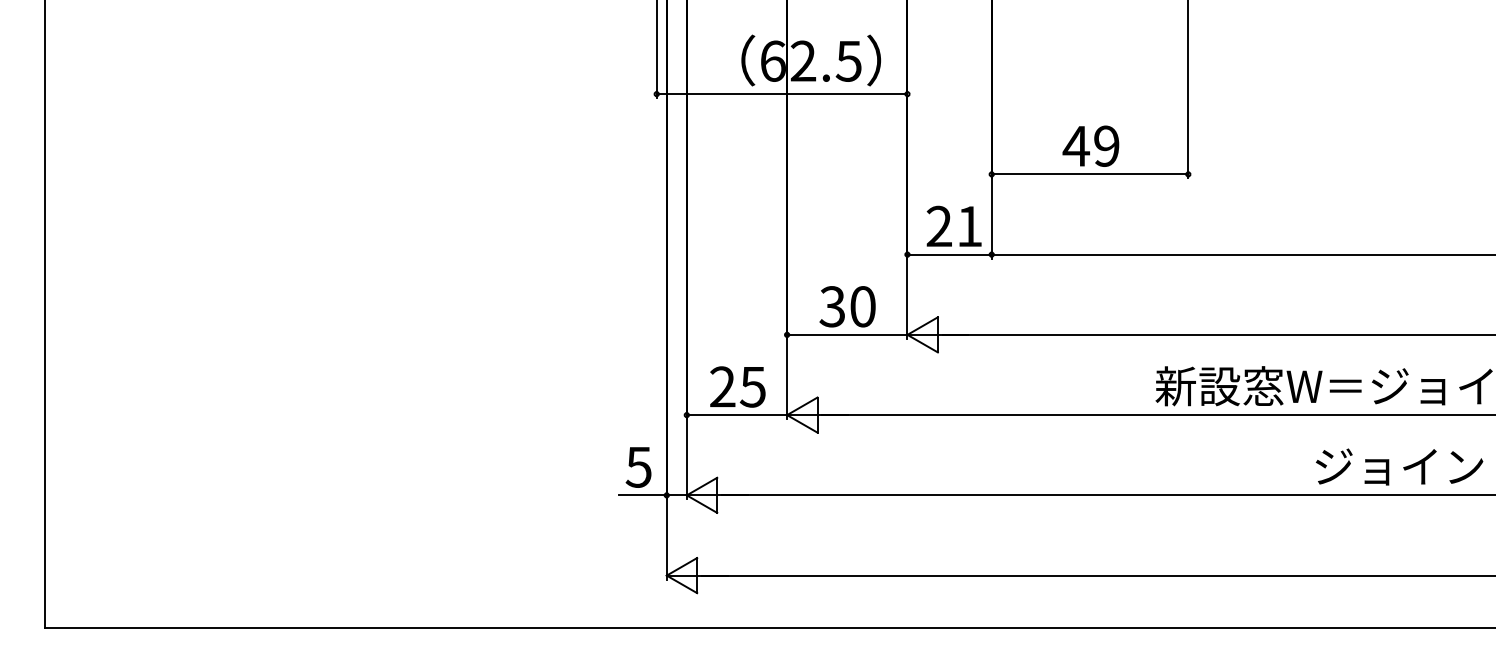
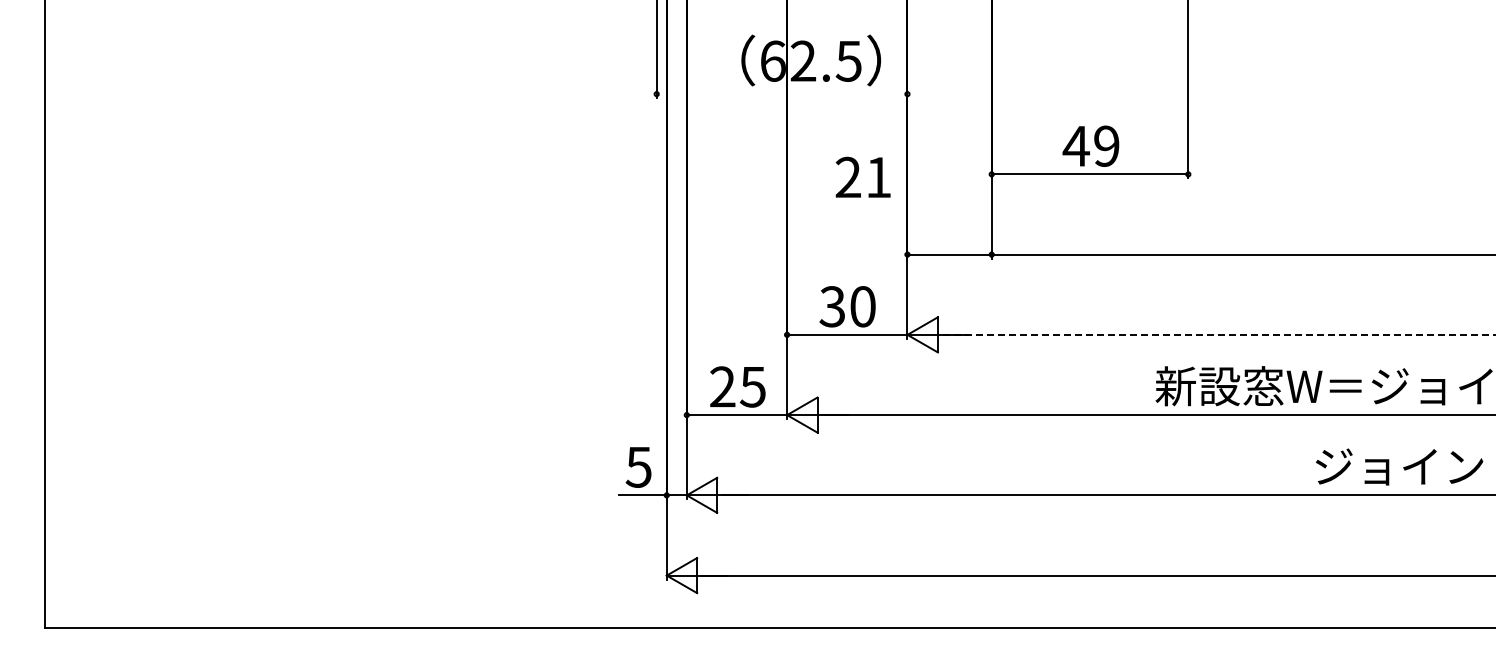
line at (781, 94): present -> none
text at (953, 225) position: (953, 225) -> (862, 176)
line at (1219, 334): solid -> dashed
